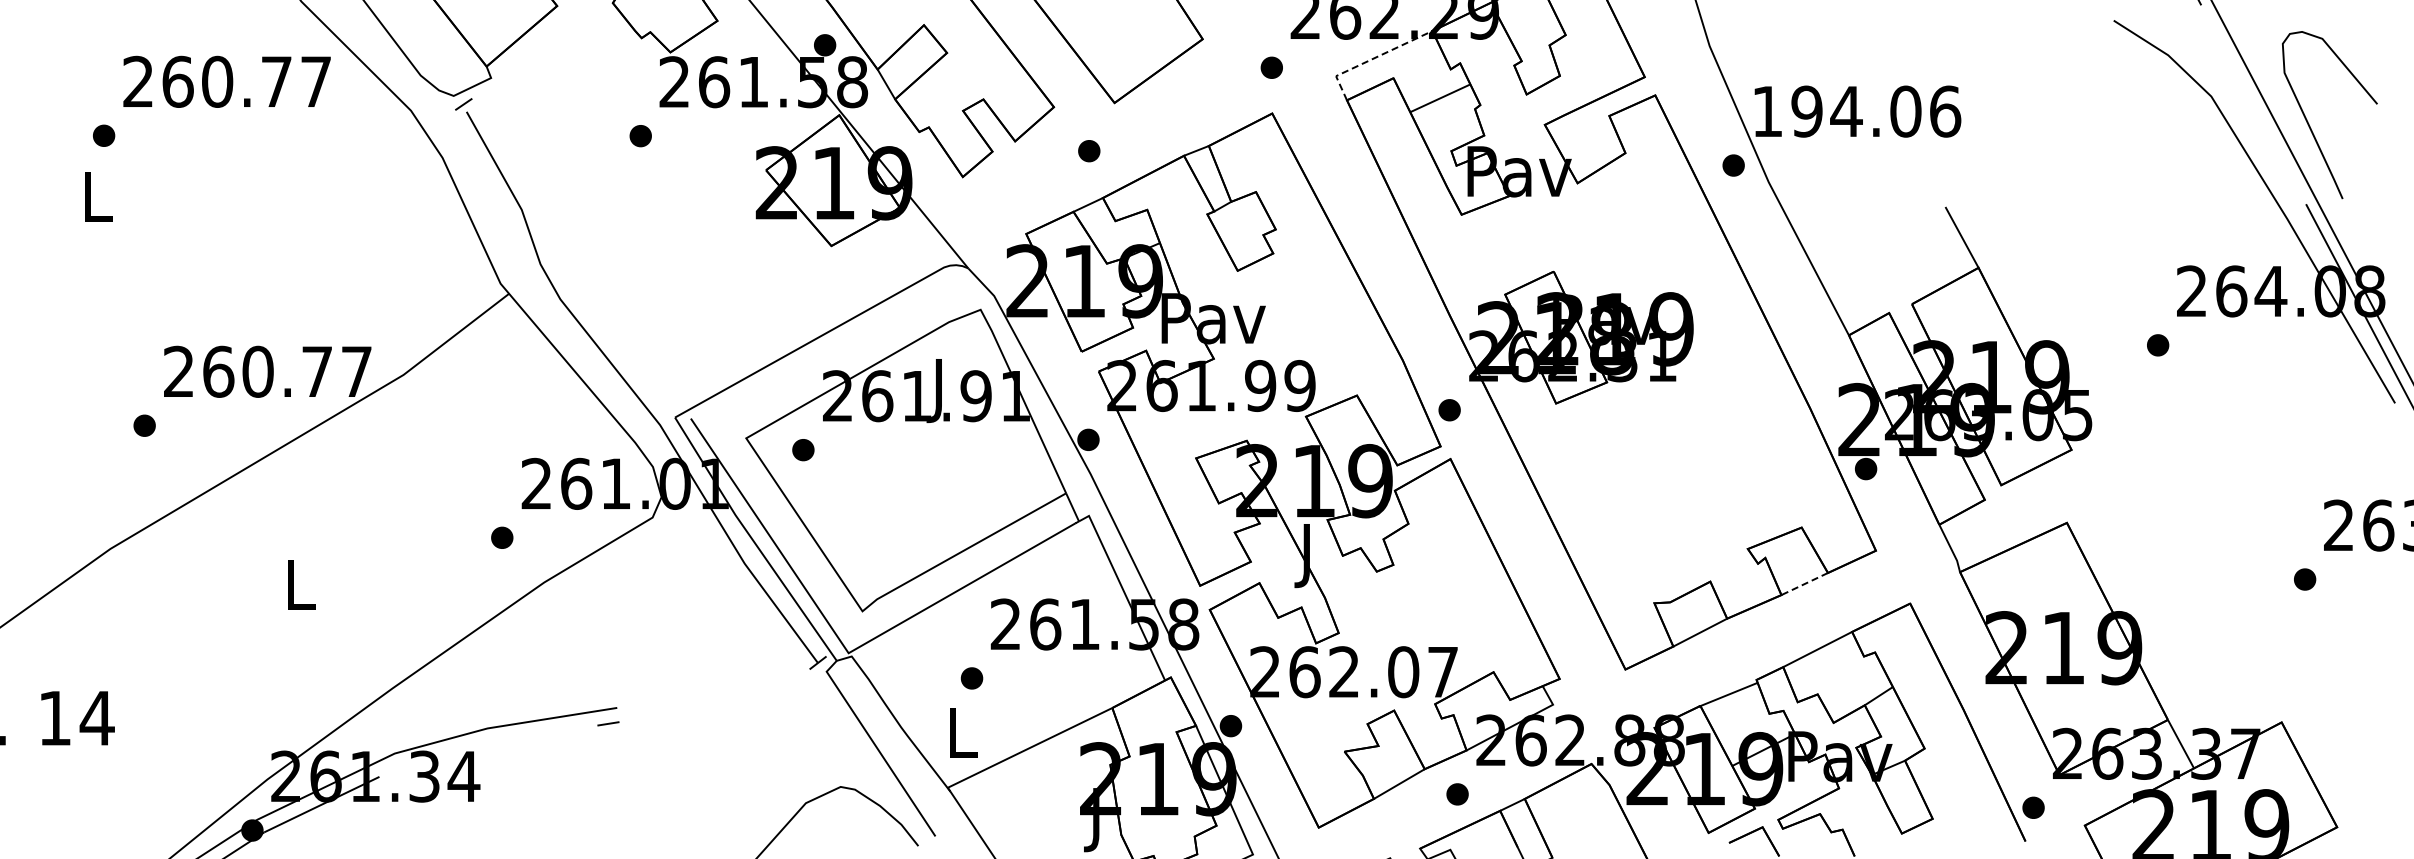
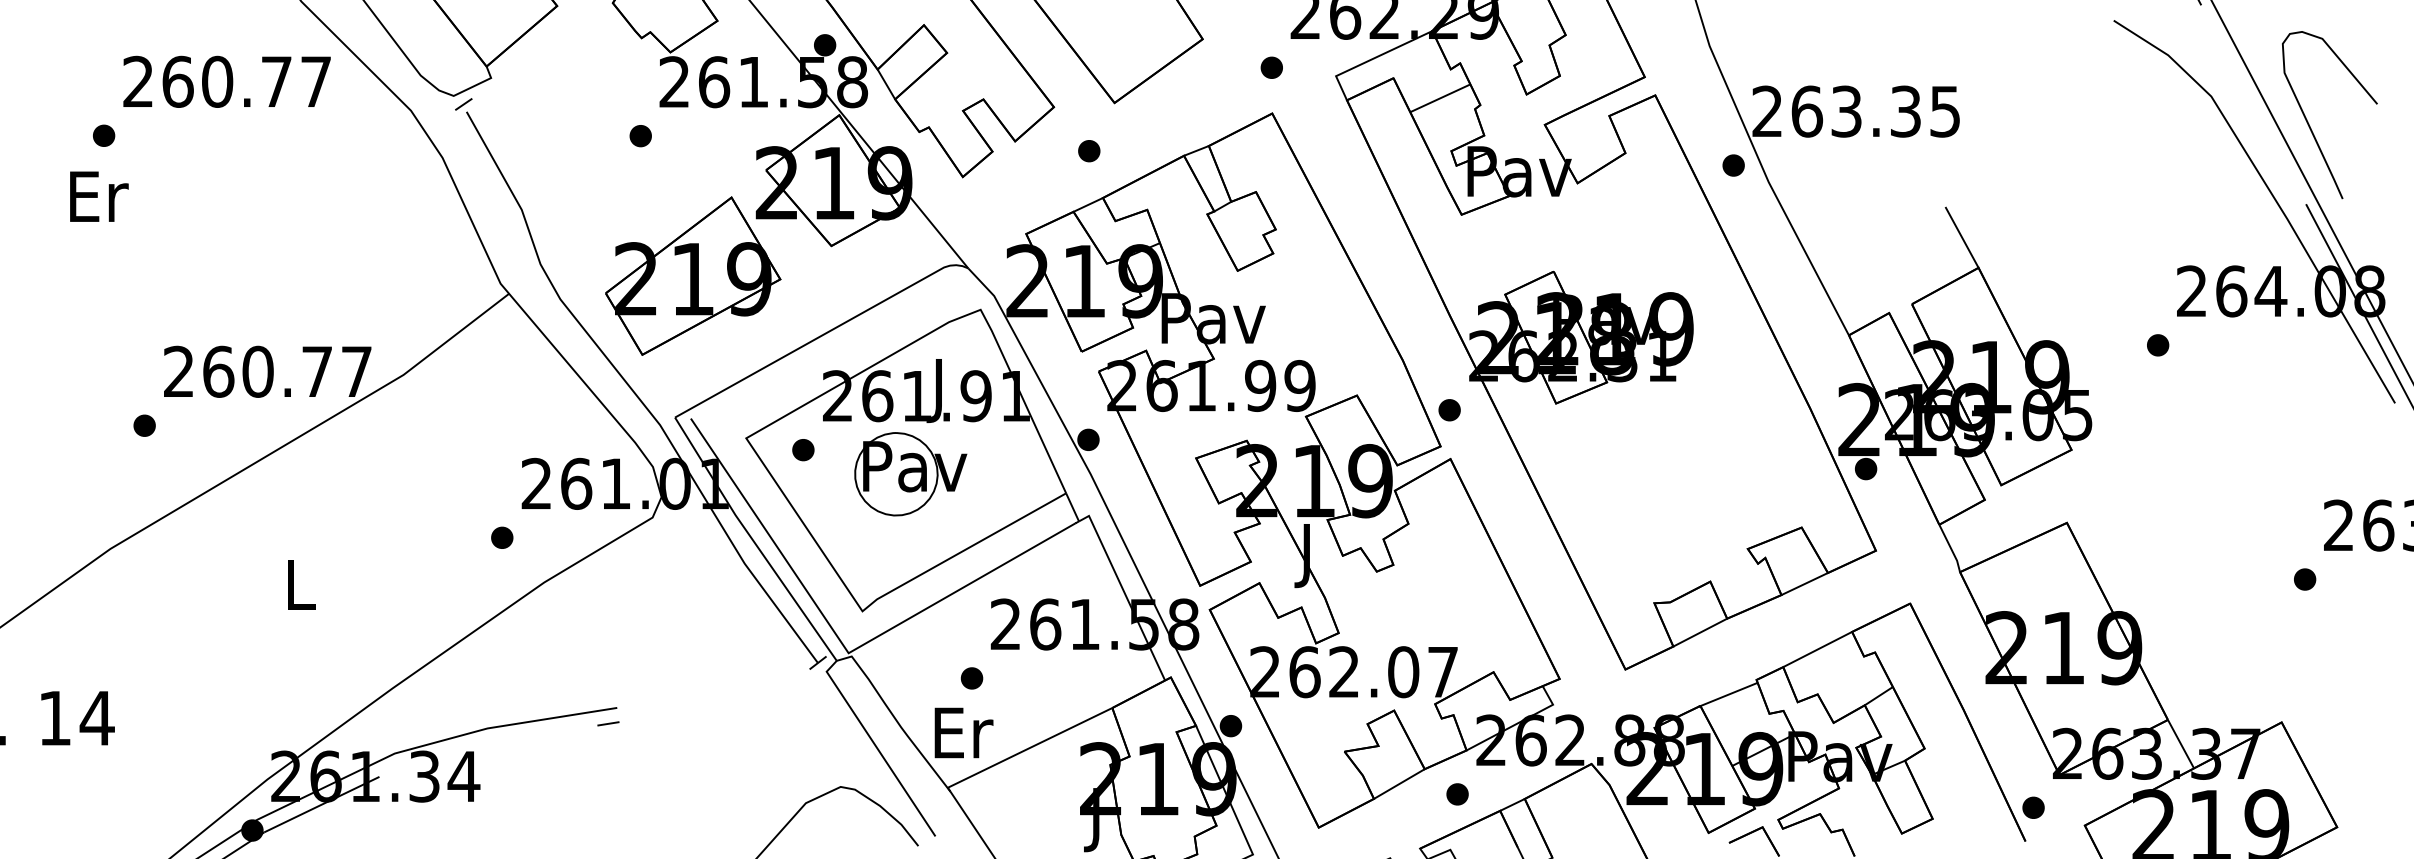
line at (1372, 59): dashed -> solid
text at (1856, 111): 194.06 -> 263.35
text at (99, 196): L -> Er
part at (693, 275): none -> present
part at (910, 474): none -> present
line at (1804, 584): dashed -> solid
text at (963, 732): L -> Er
